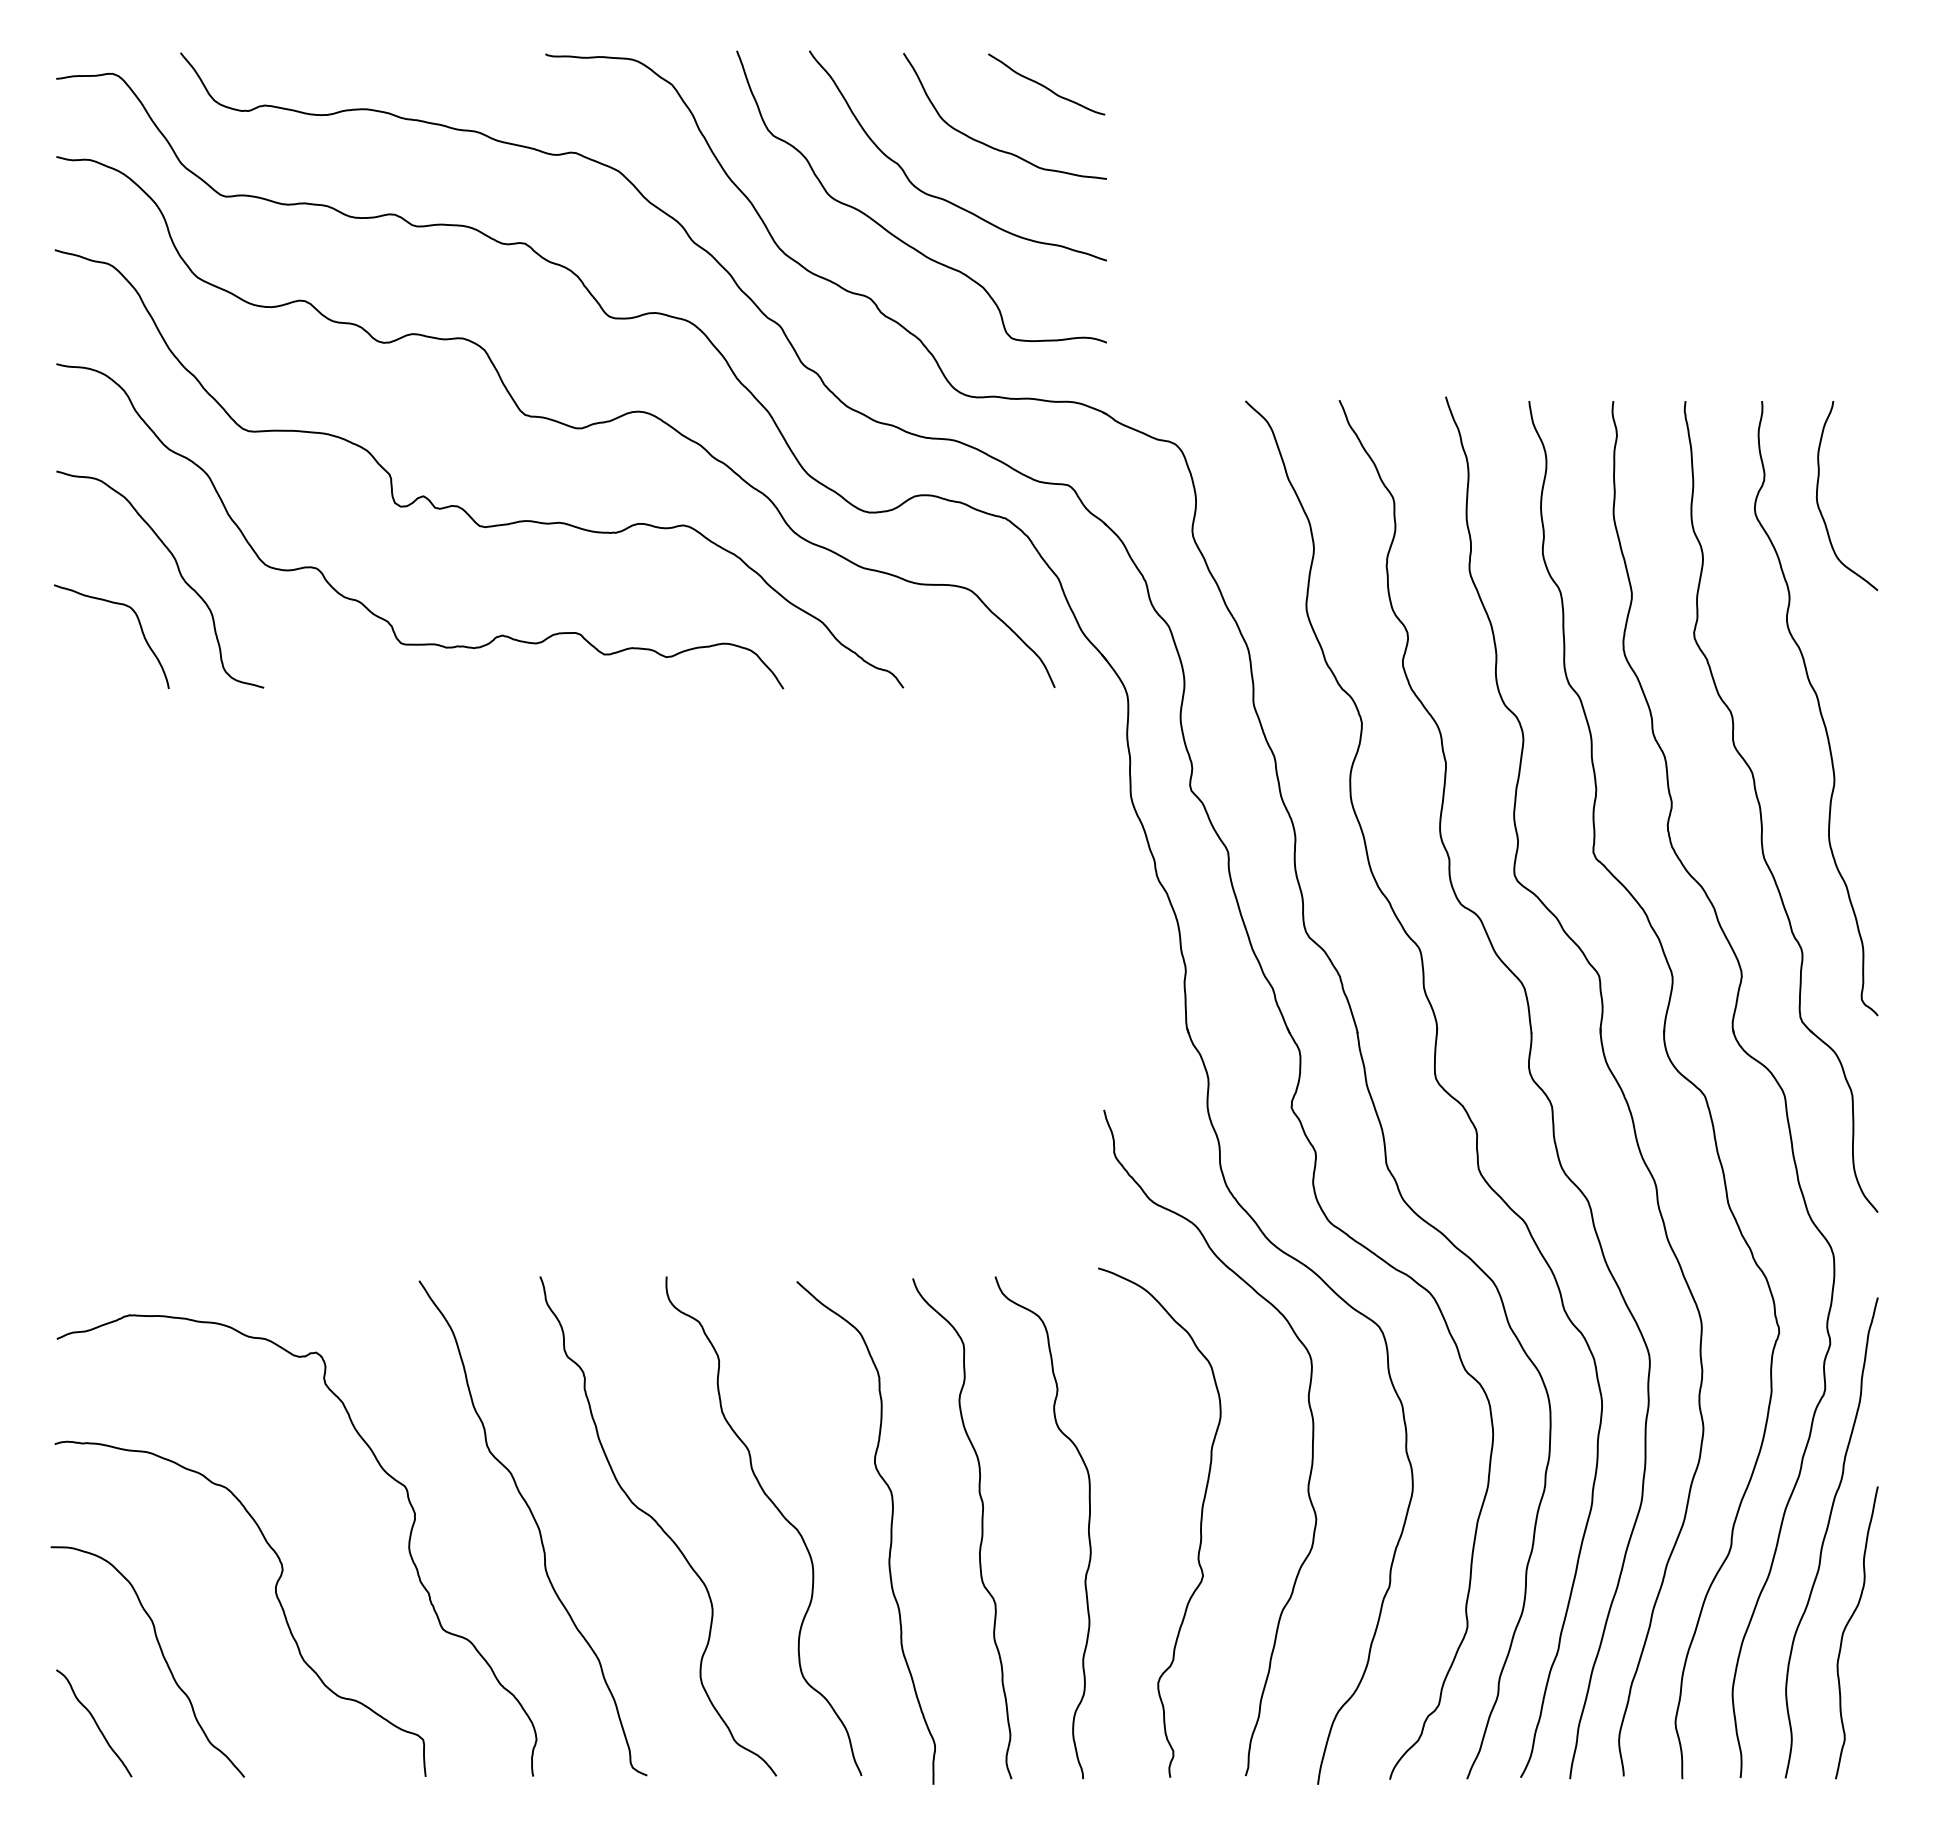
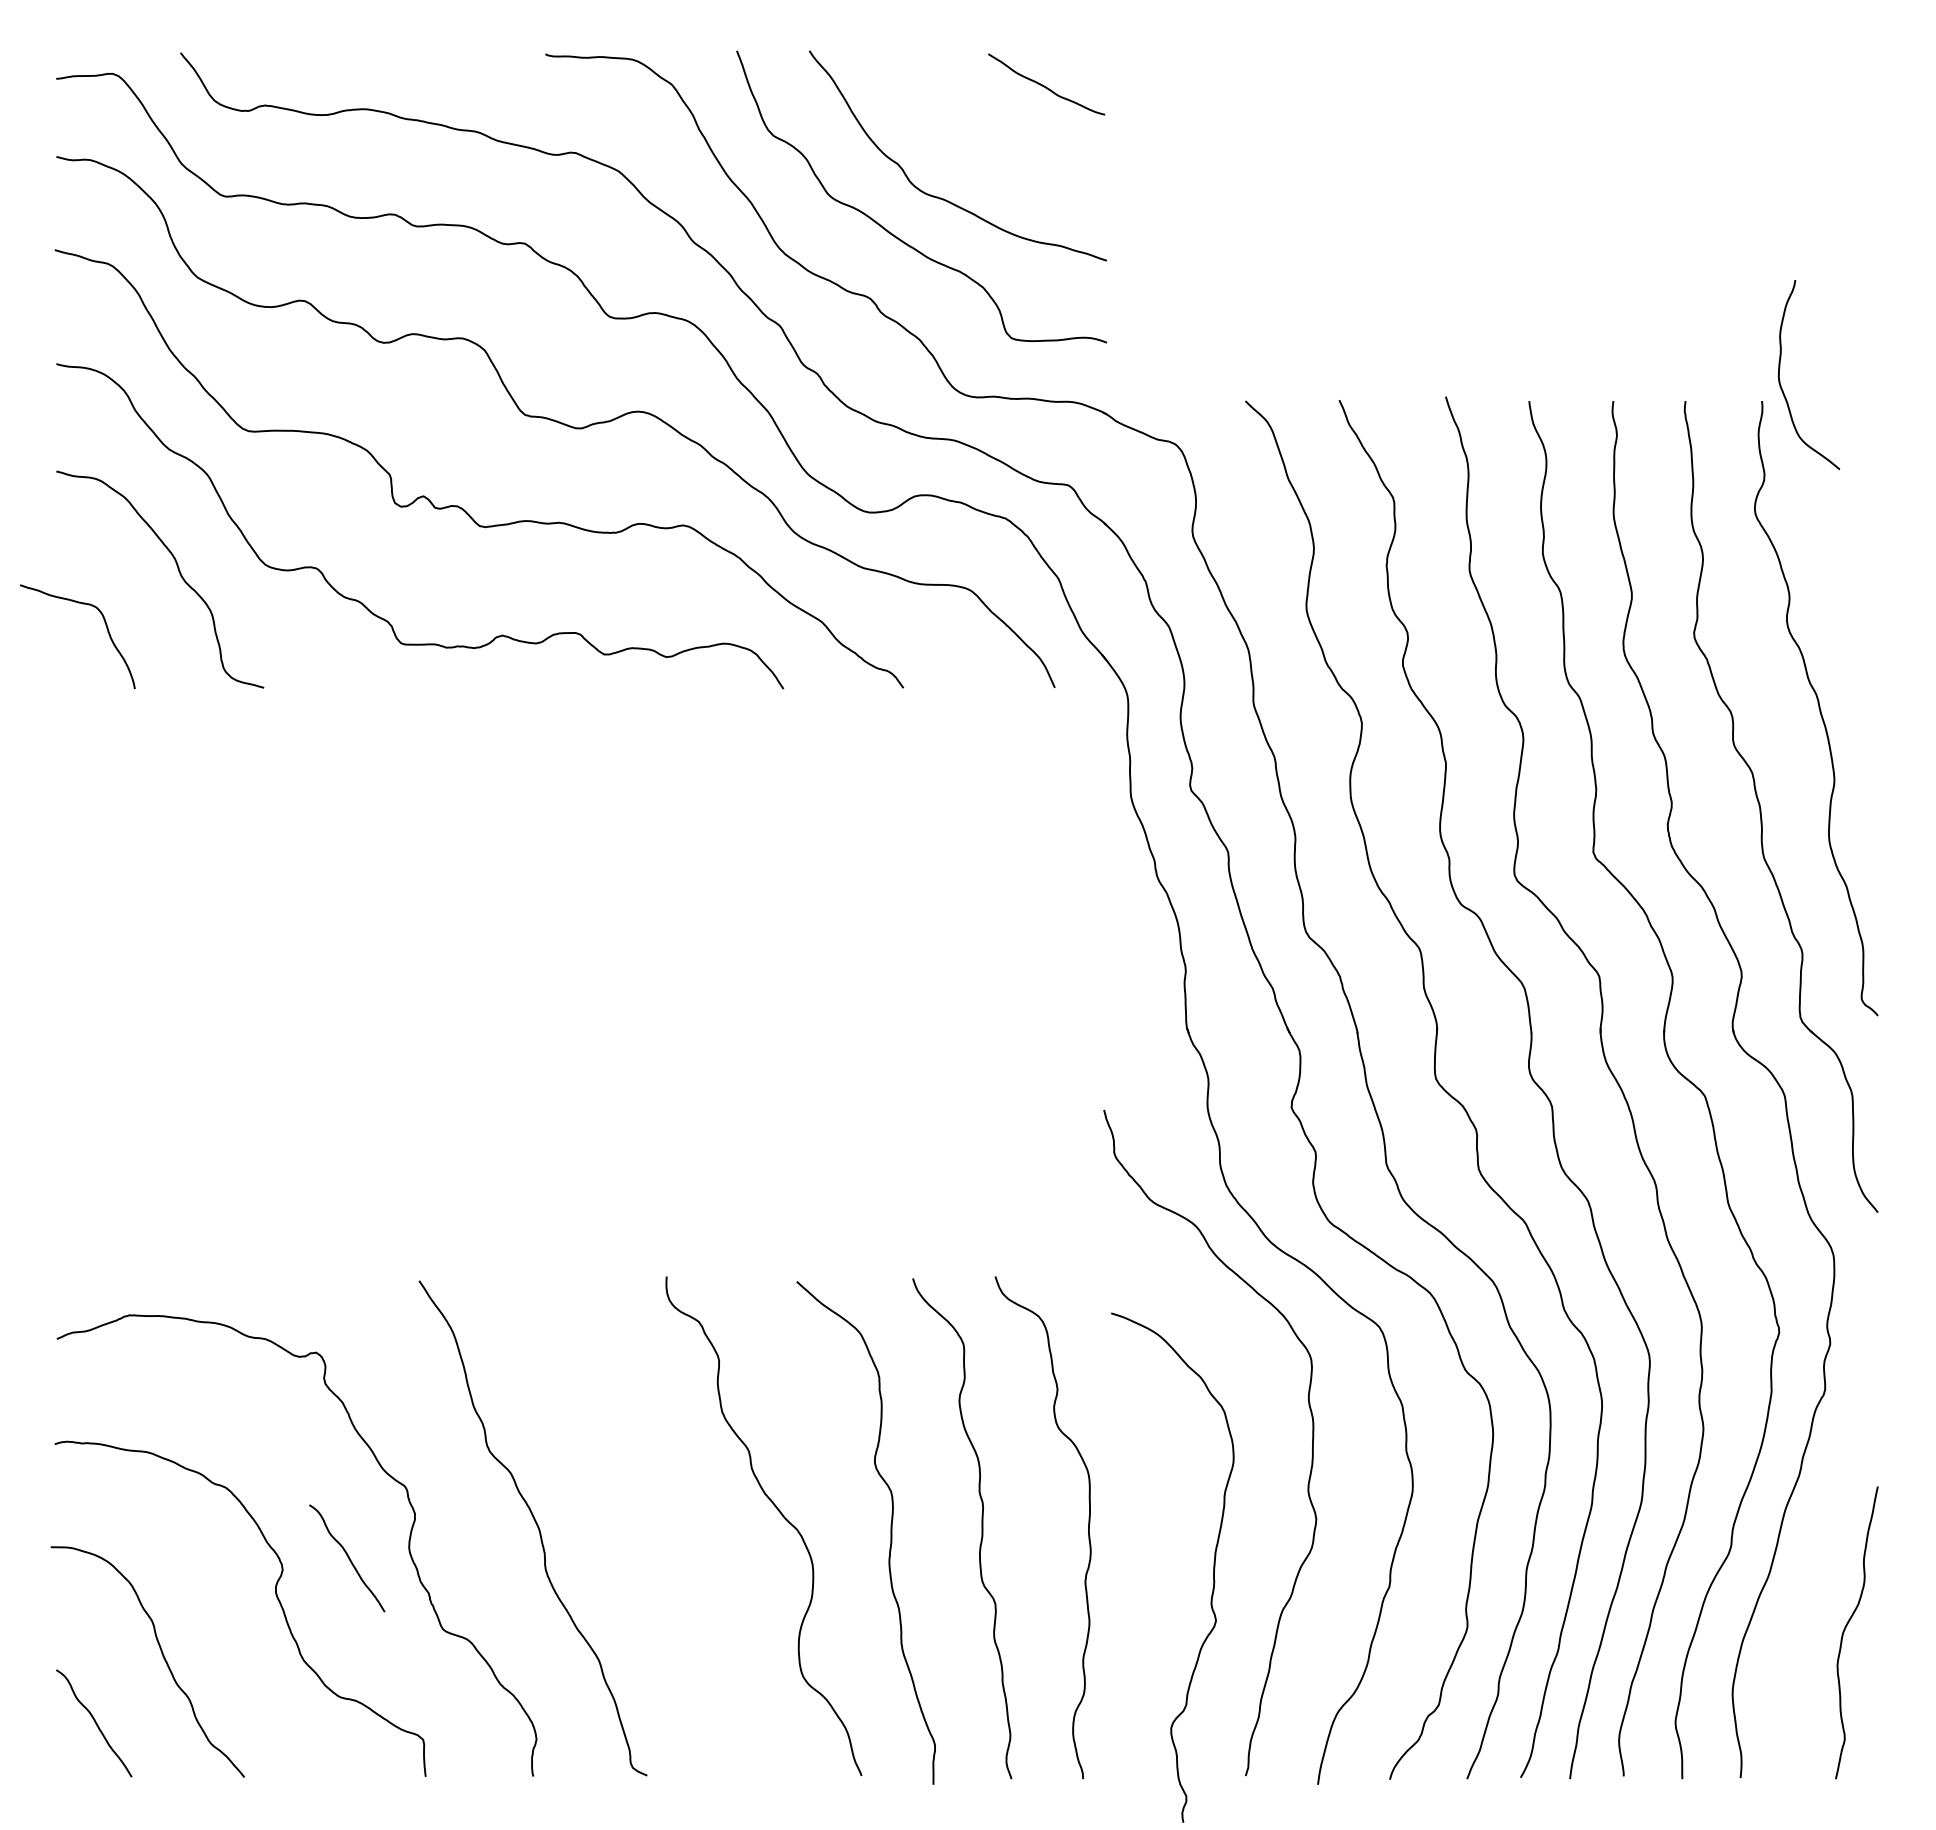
curve at (992, 146): present -> none
curve at (1818, 501) position: (1818, 501) -> (1780, 380)
curve at (139, 625) position: (139, 625) -> (105, 625)
curve at (1200, 1522) position: (1200, 1522) -> (1213, 1567)
curve at (658, 1526): present -> none
curve at (1826, 1535): present -> none
curve at (347, 1557): none -> present
